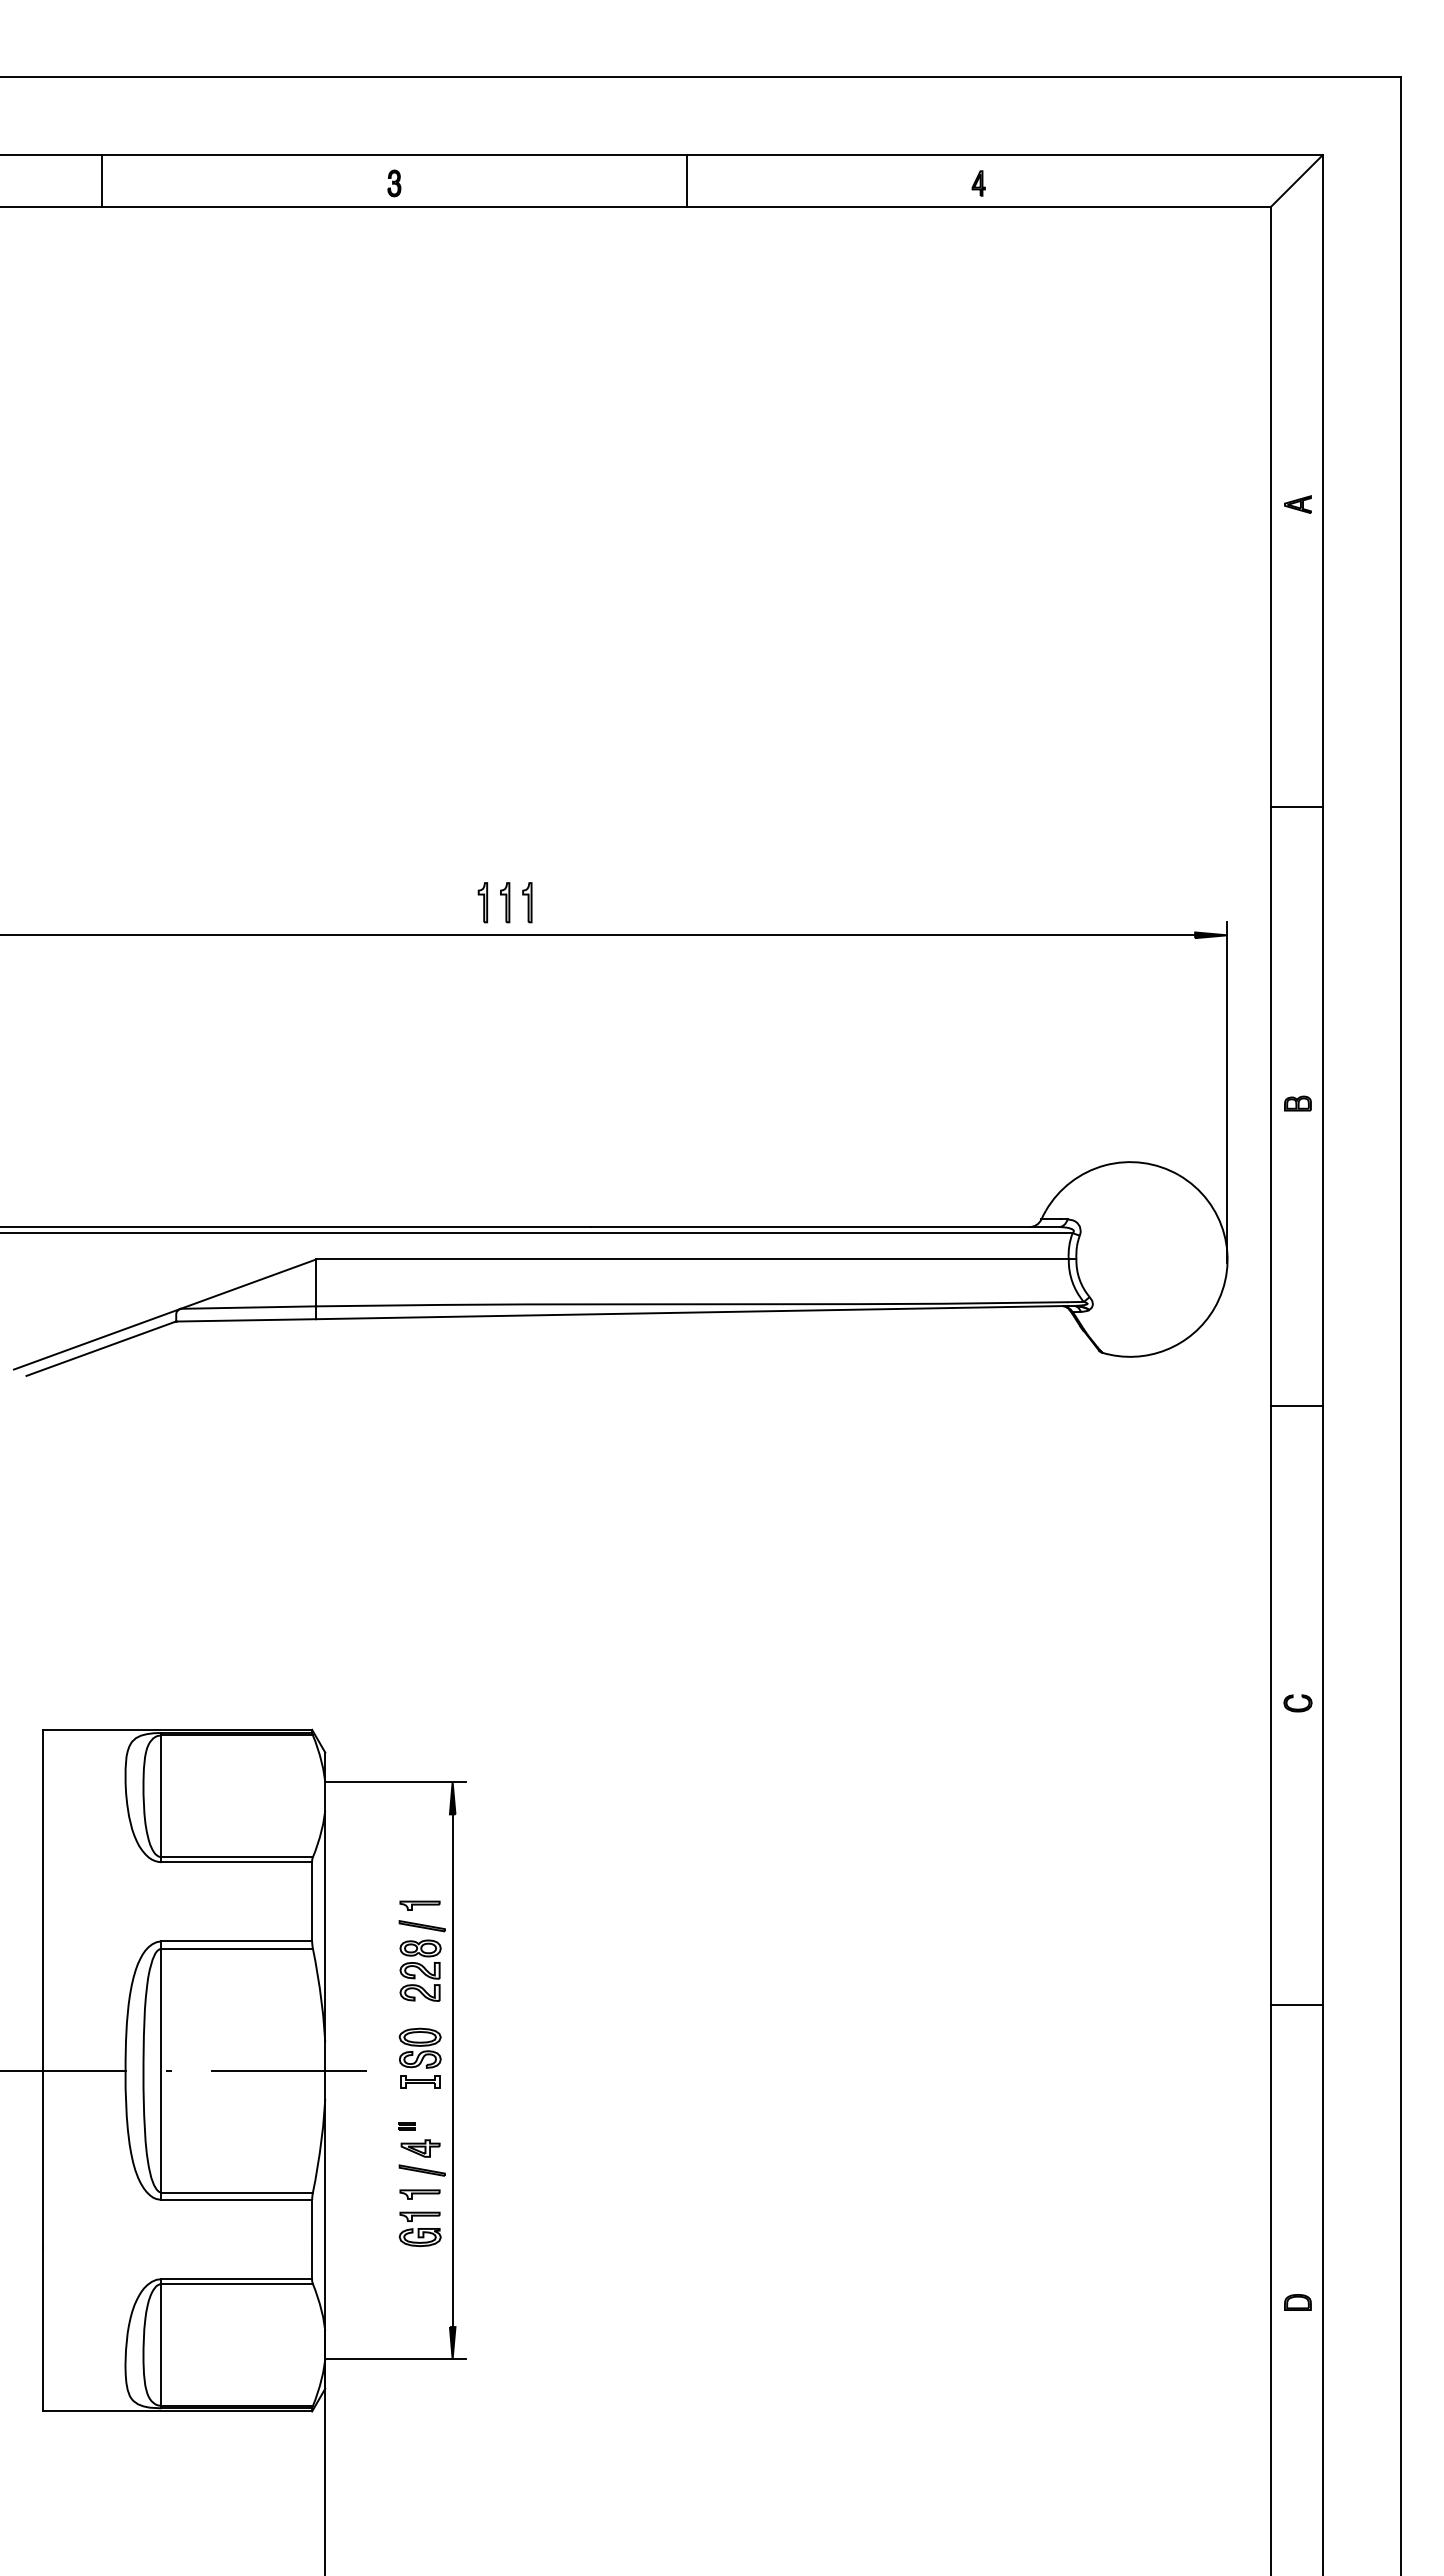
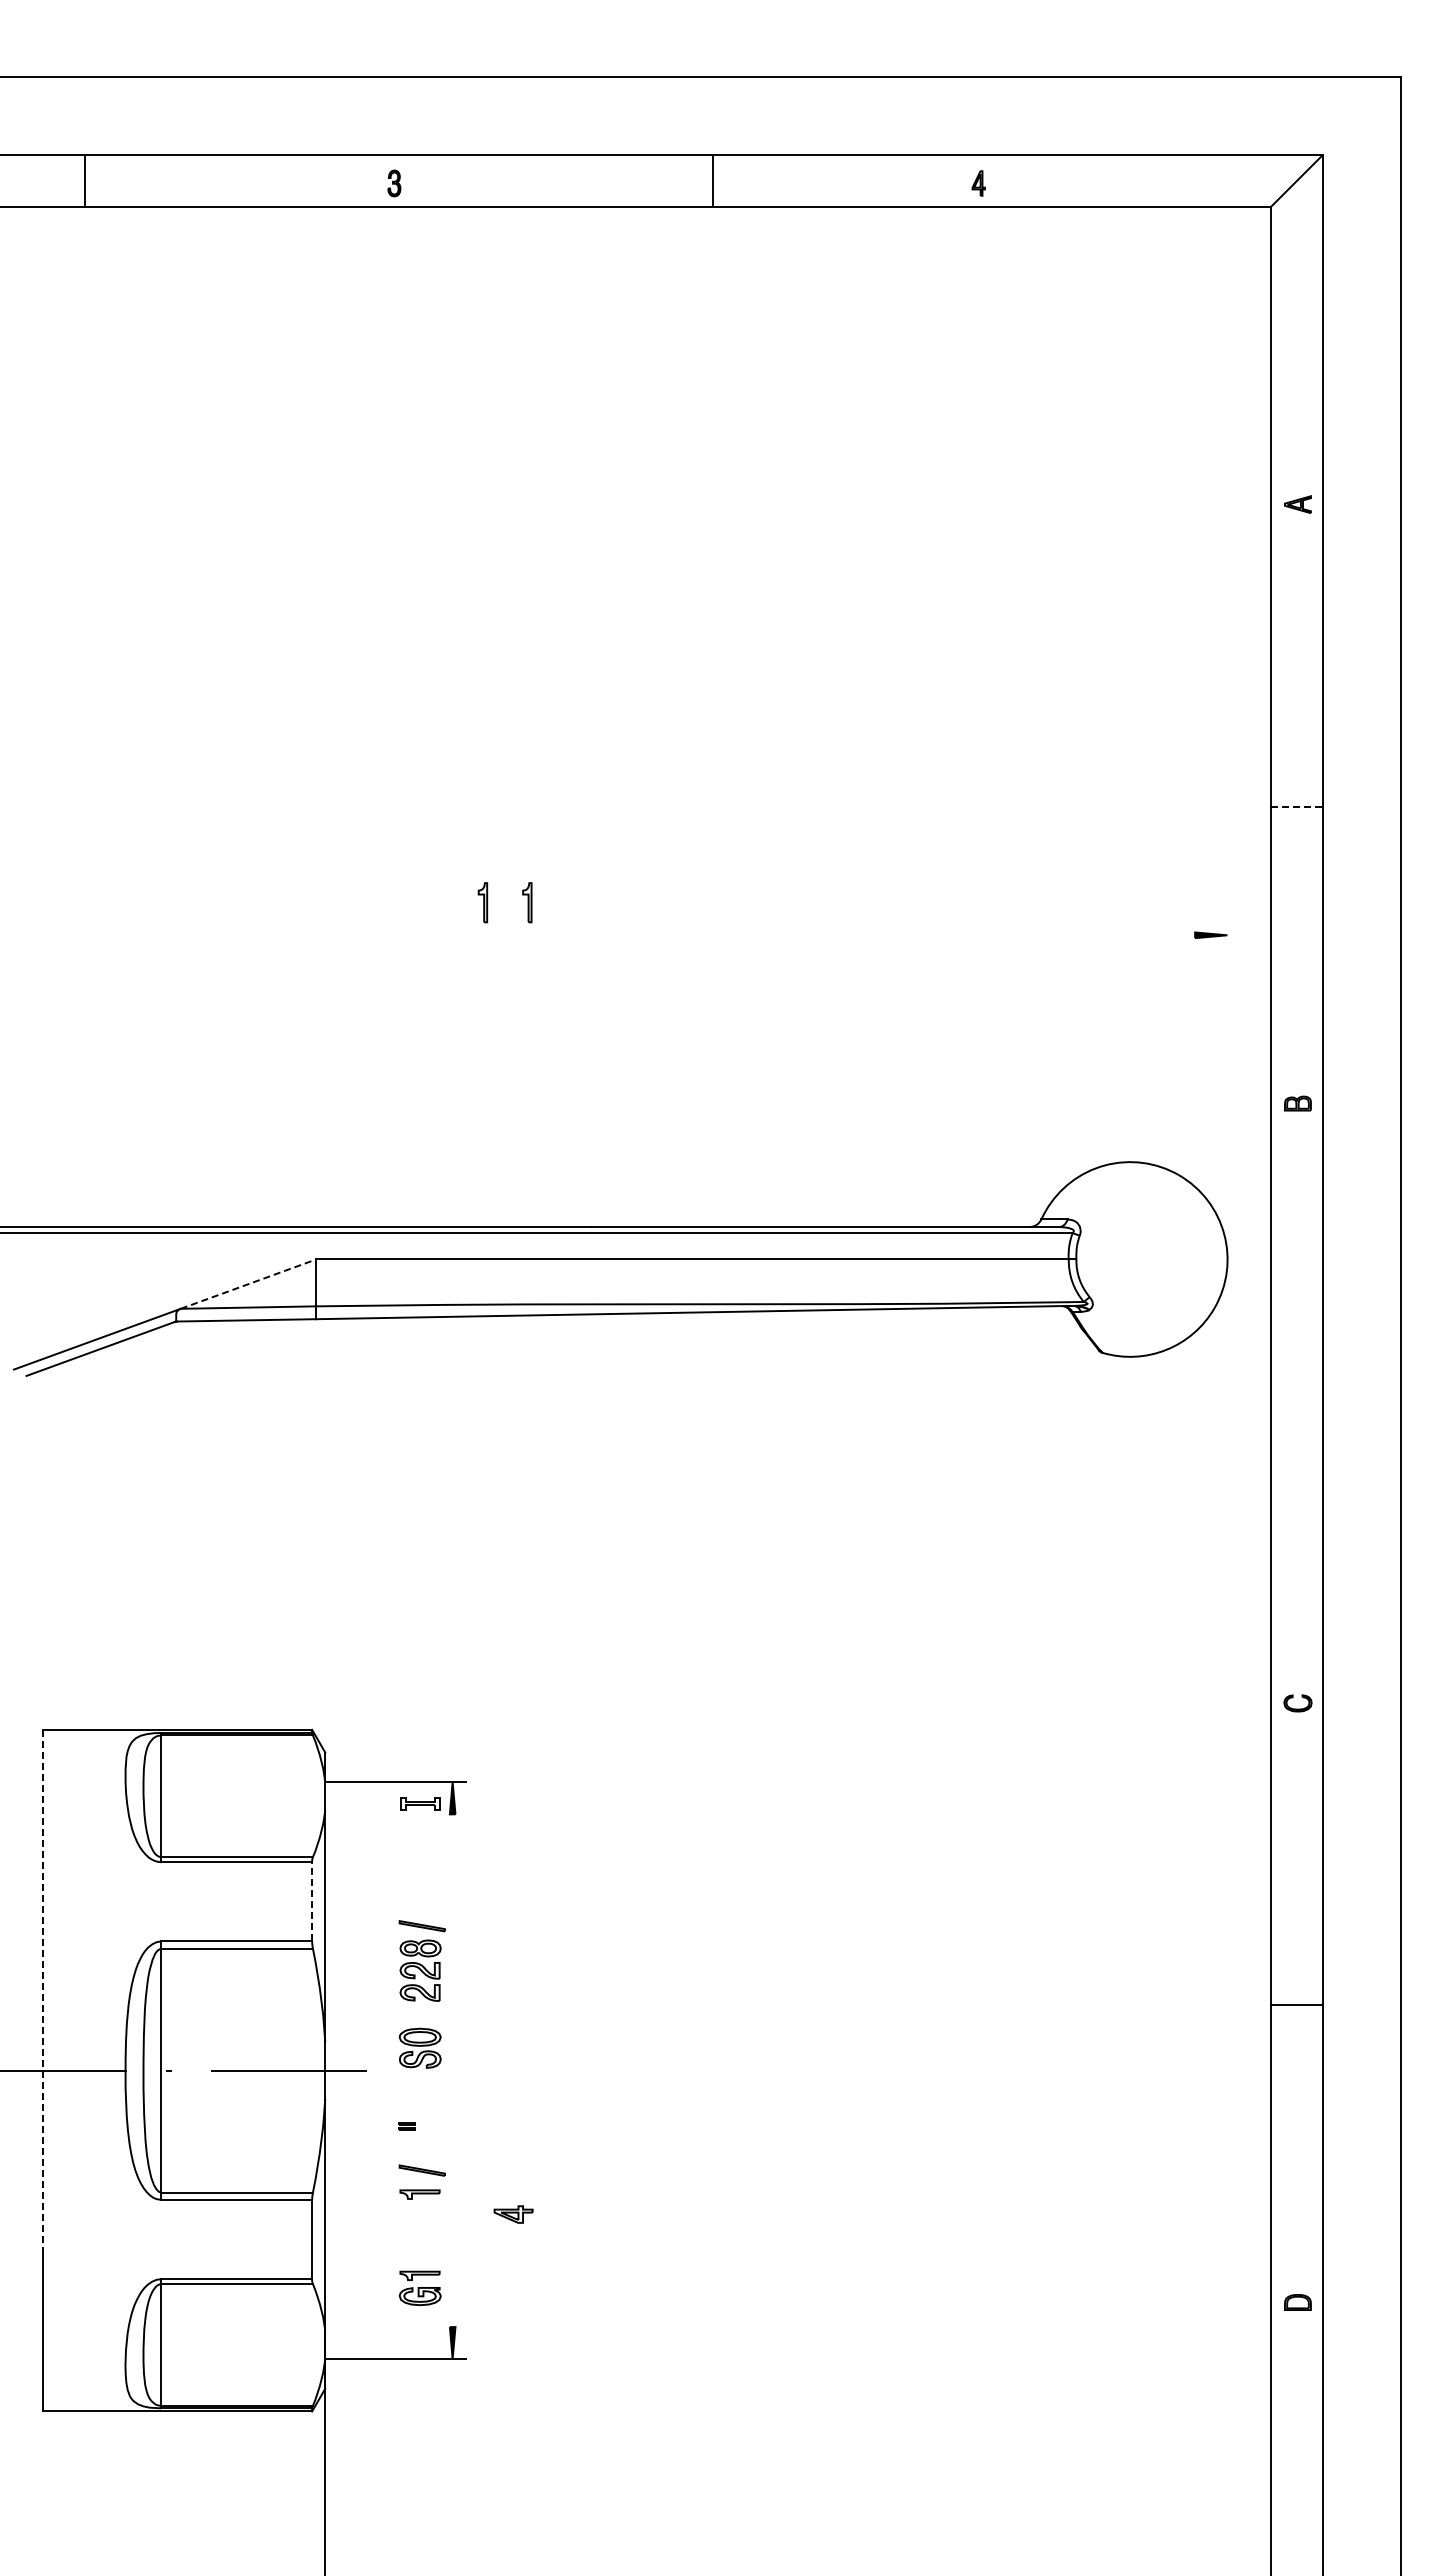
line at (102, 181) position: (102, 181) -> (85, 181)
line at (686, 181) position: (686, 181) -> (712, 181)
line at (1296, 806): solid -> dashed
part at (505, 902): present -> none
line at (598, 935): present -> none
line at (1227, 1092): present -> none
line at (248, 1283): solid -> dashed
line at (1296, 1405): present -> none
line at (312, 1901): solid -> dashed
part at (419, 1905): present -> none
line at (43, 1989): solid -> dashed
line at (452, 2070): present -> none
part at (420, 2081) position: (420, 2081) -> (420, 1803)
part at (420, 2148) position: (420, 2148) -> (513, 2214)
part at (419, 2229) position: (419, 2229) -> (419, 2288)
